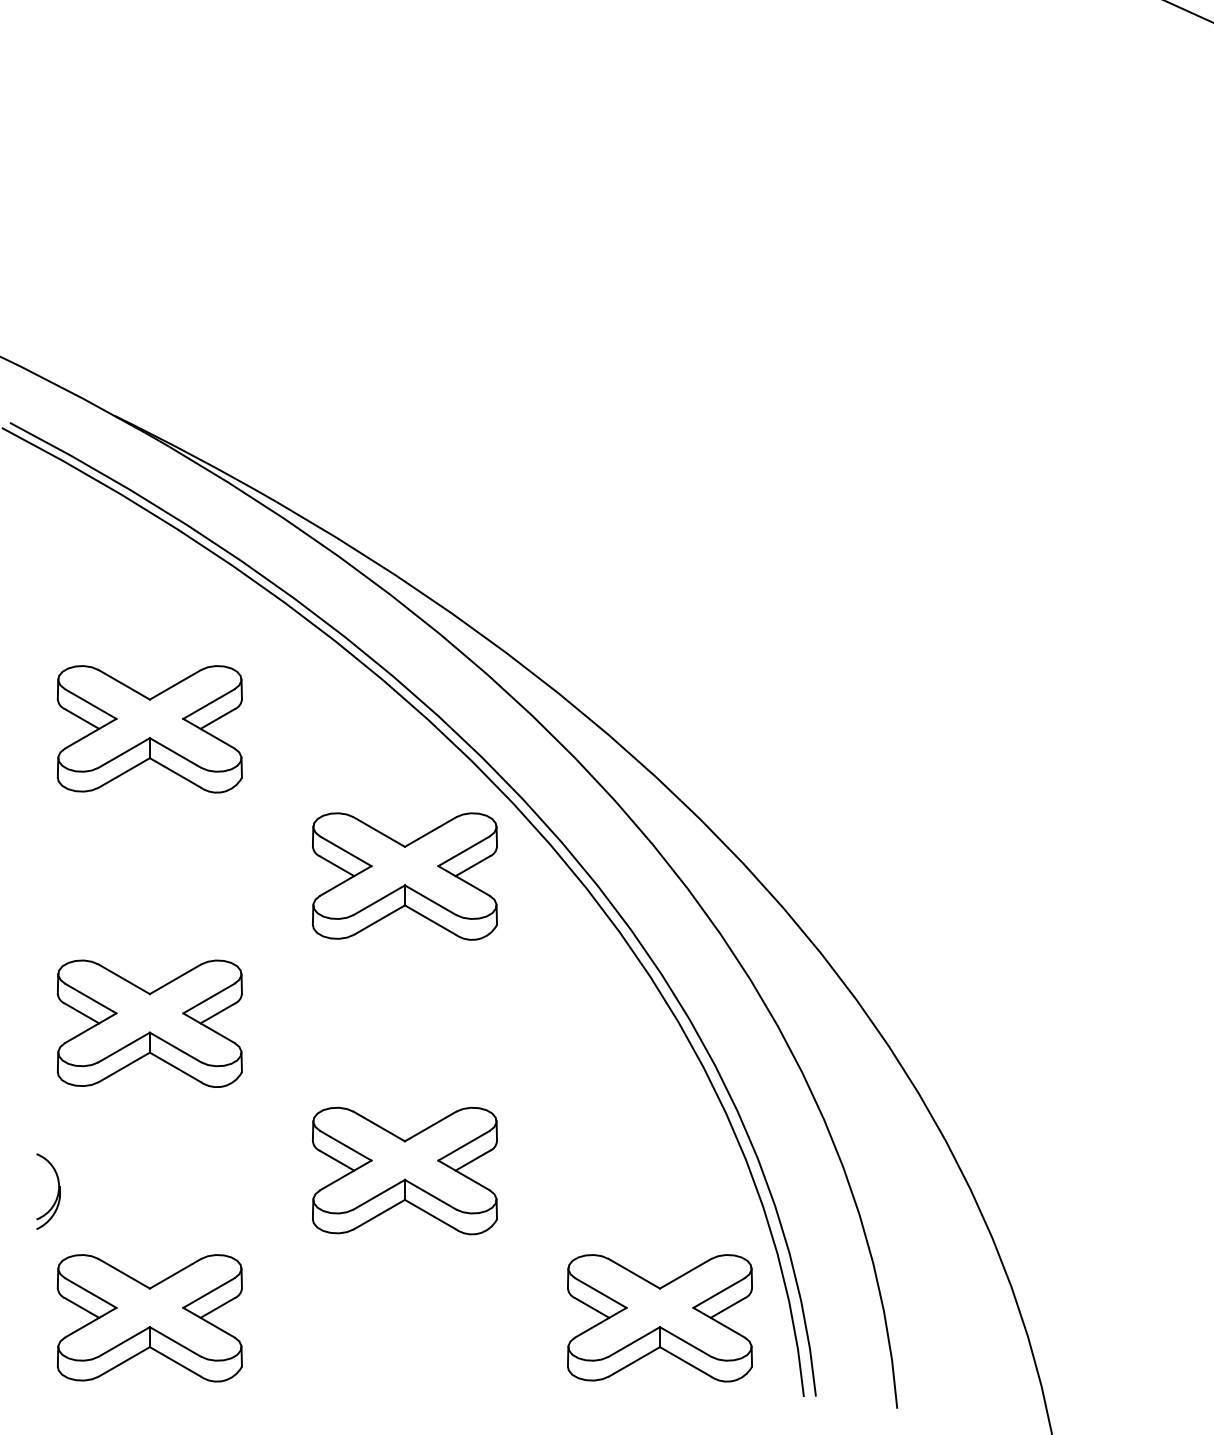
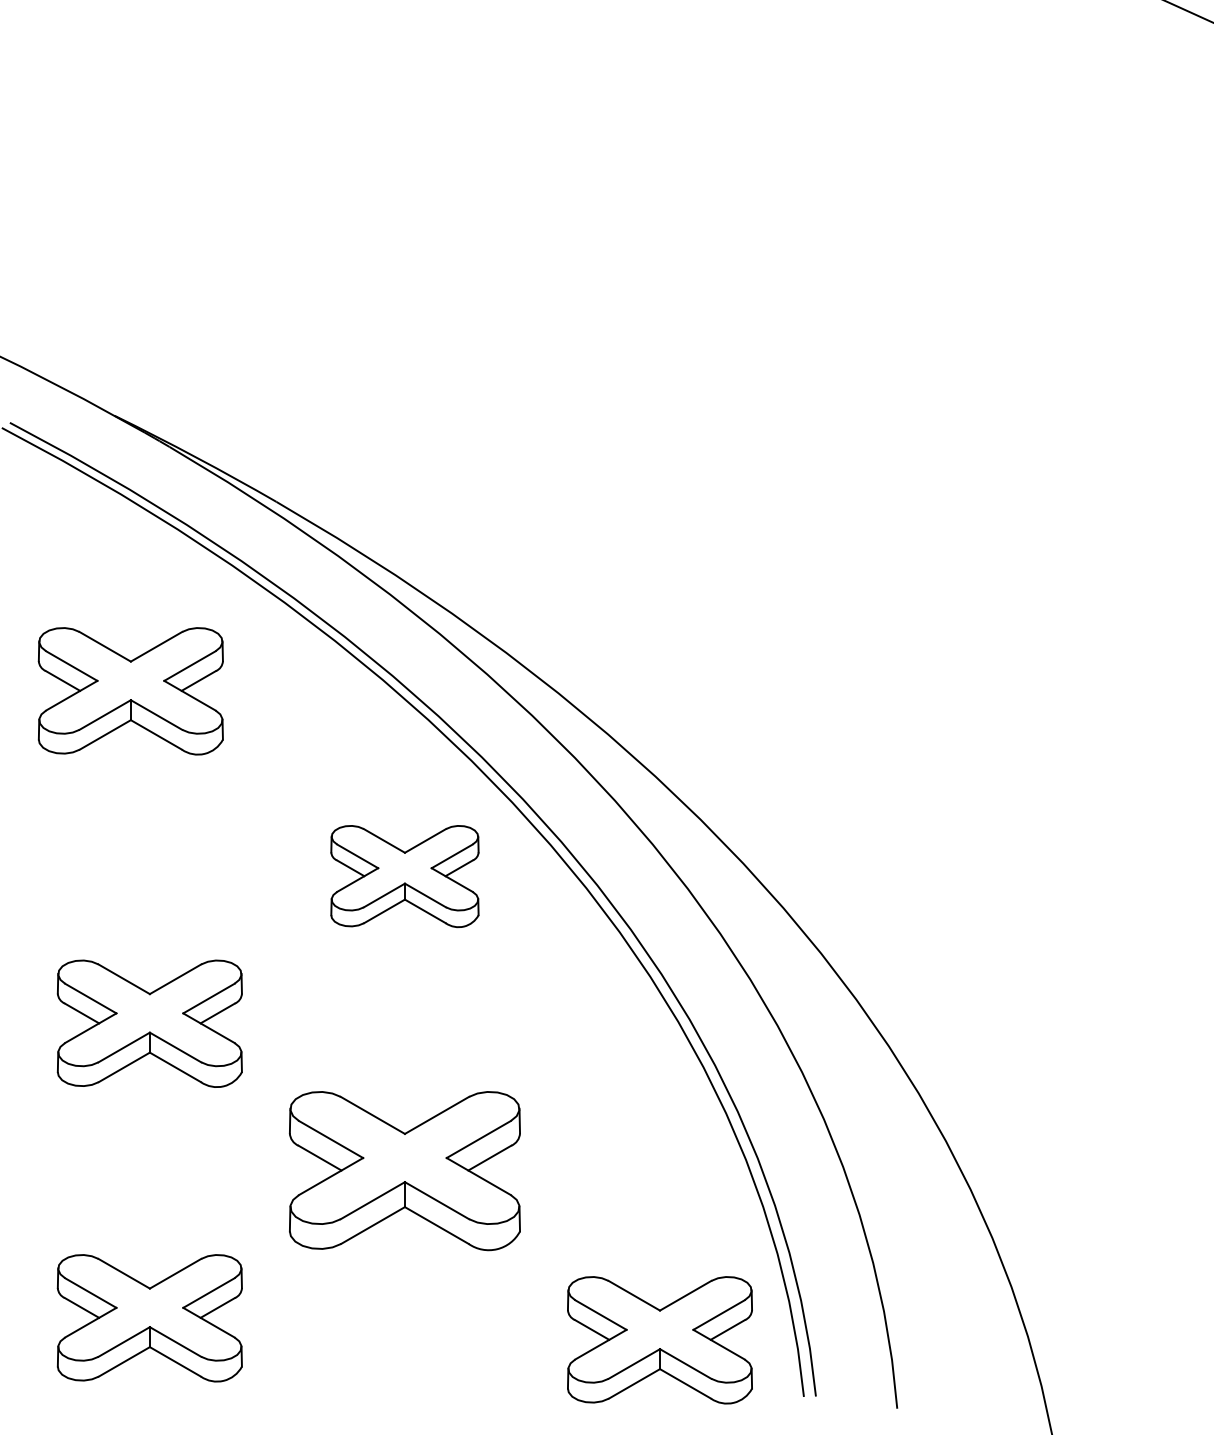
part at (149, 729) position: (149, 729) -> (130, 691)
part at (404, 876) size: 186x129 px -> 150x104 px
part at (404, 1170) size: 186x130 px -> 232x161 px
part at (57, 1191): present -> none
part at (659, 1318) position: (659, 1318) -> (659, 1340)
